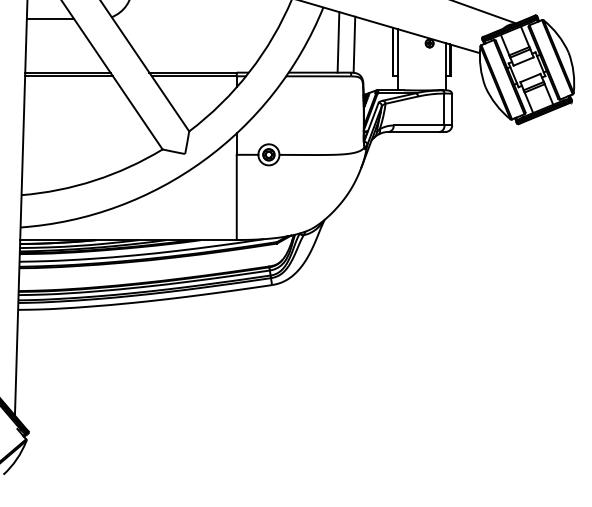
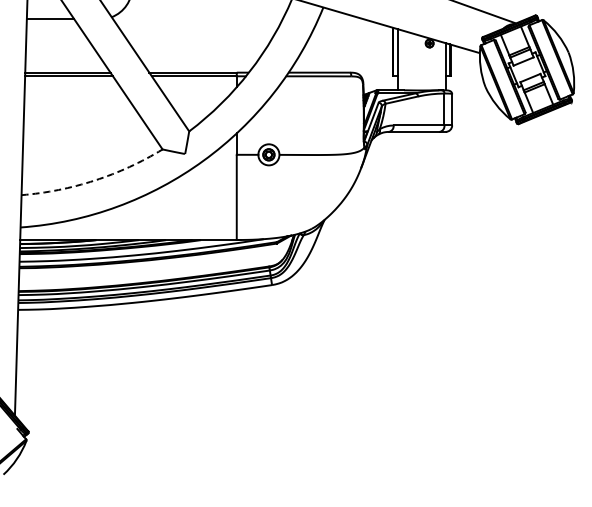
line at (338, 42): present -> none
line at (354, 44): present -> none
arc at (94, 180): solid -> dashed
